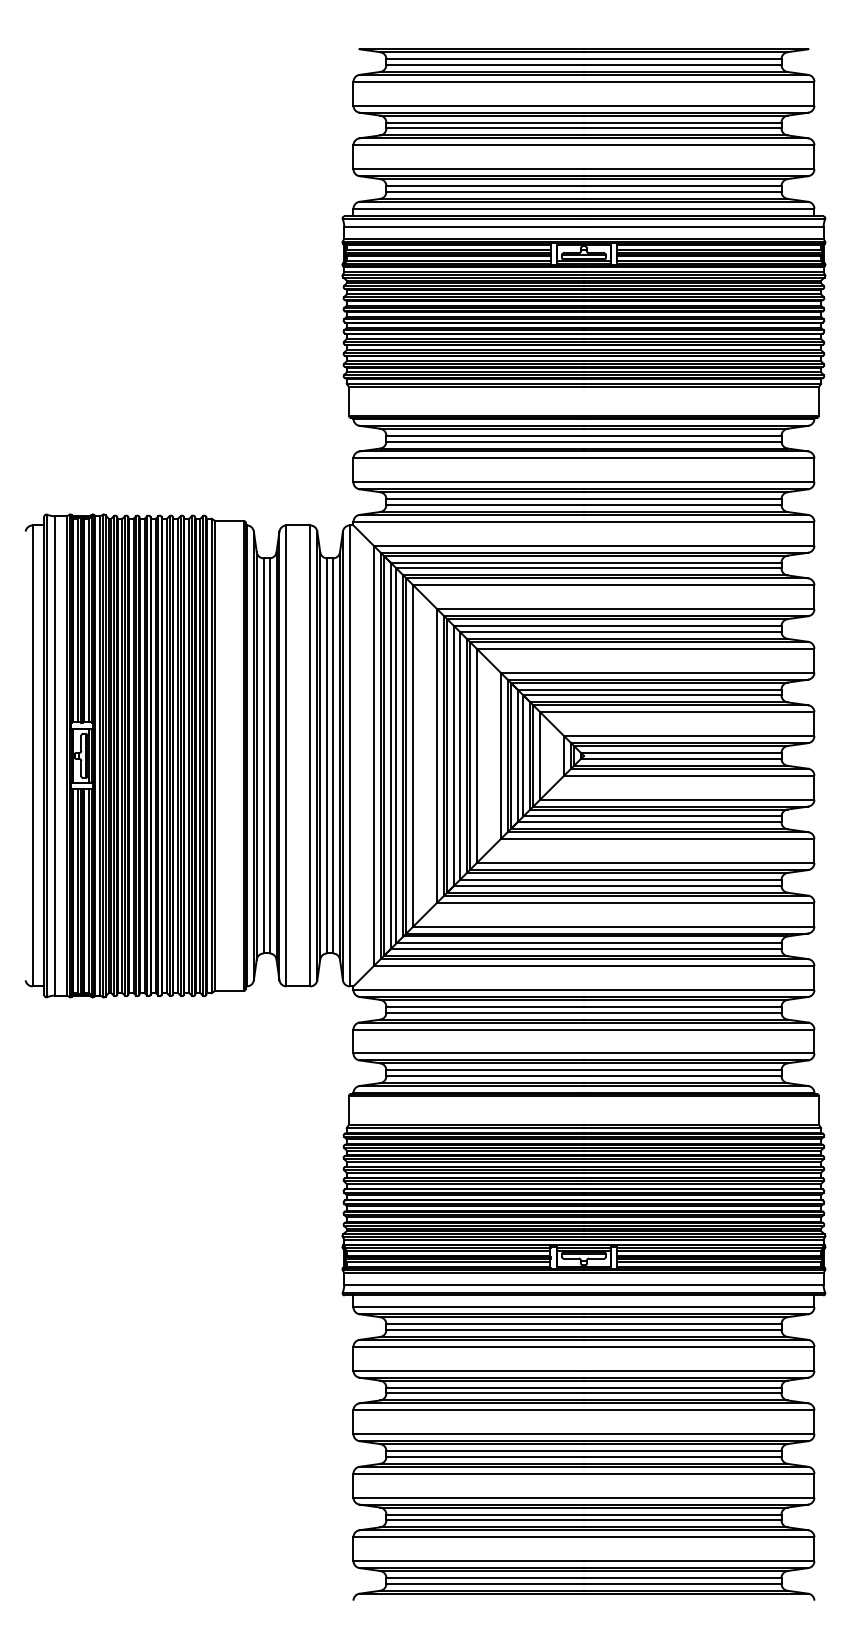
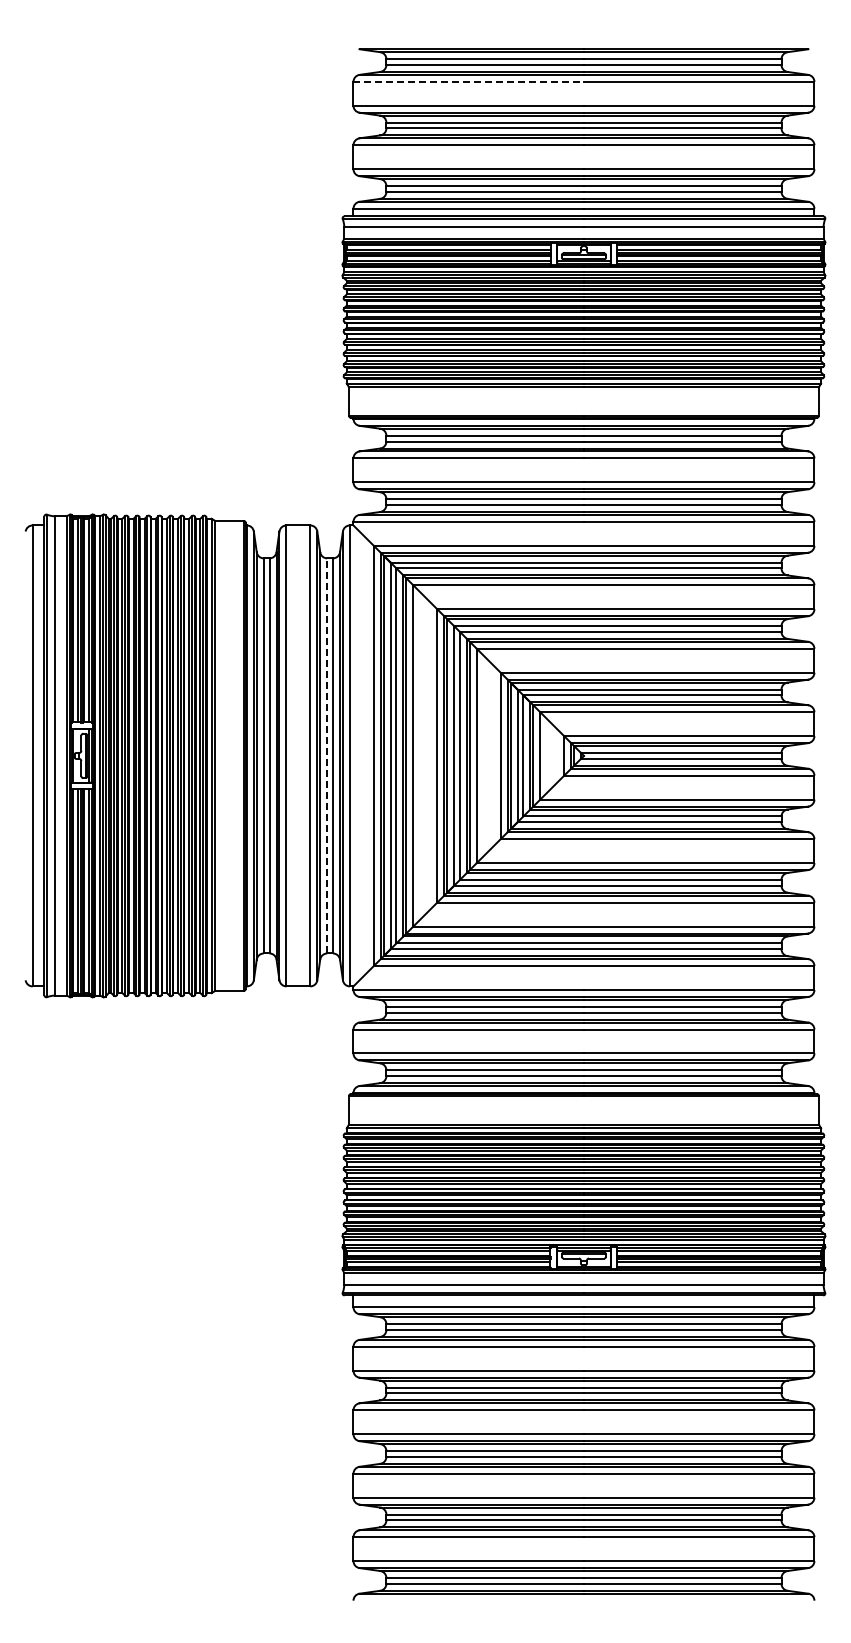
line at (469, 81): solid -> dashed
line at (327, 755): solid -> dashed
